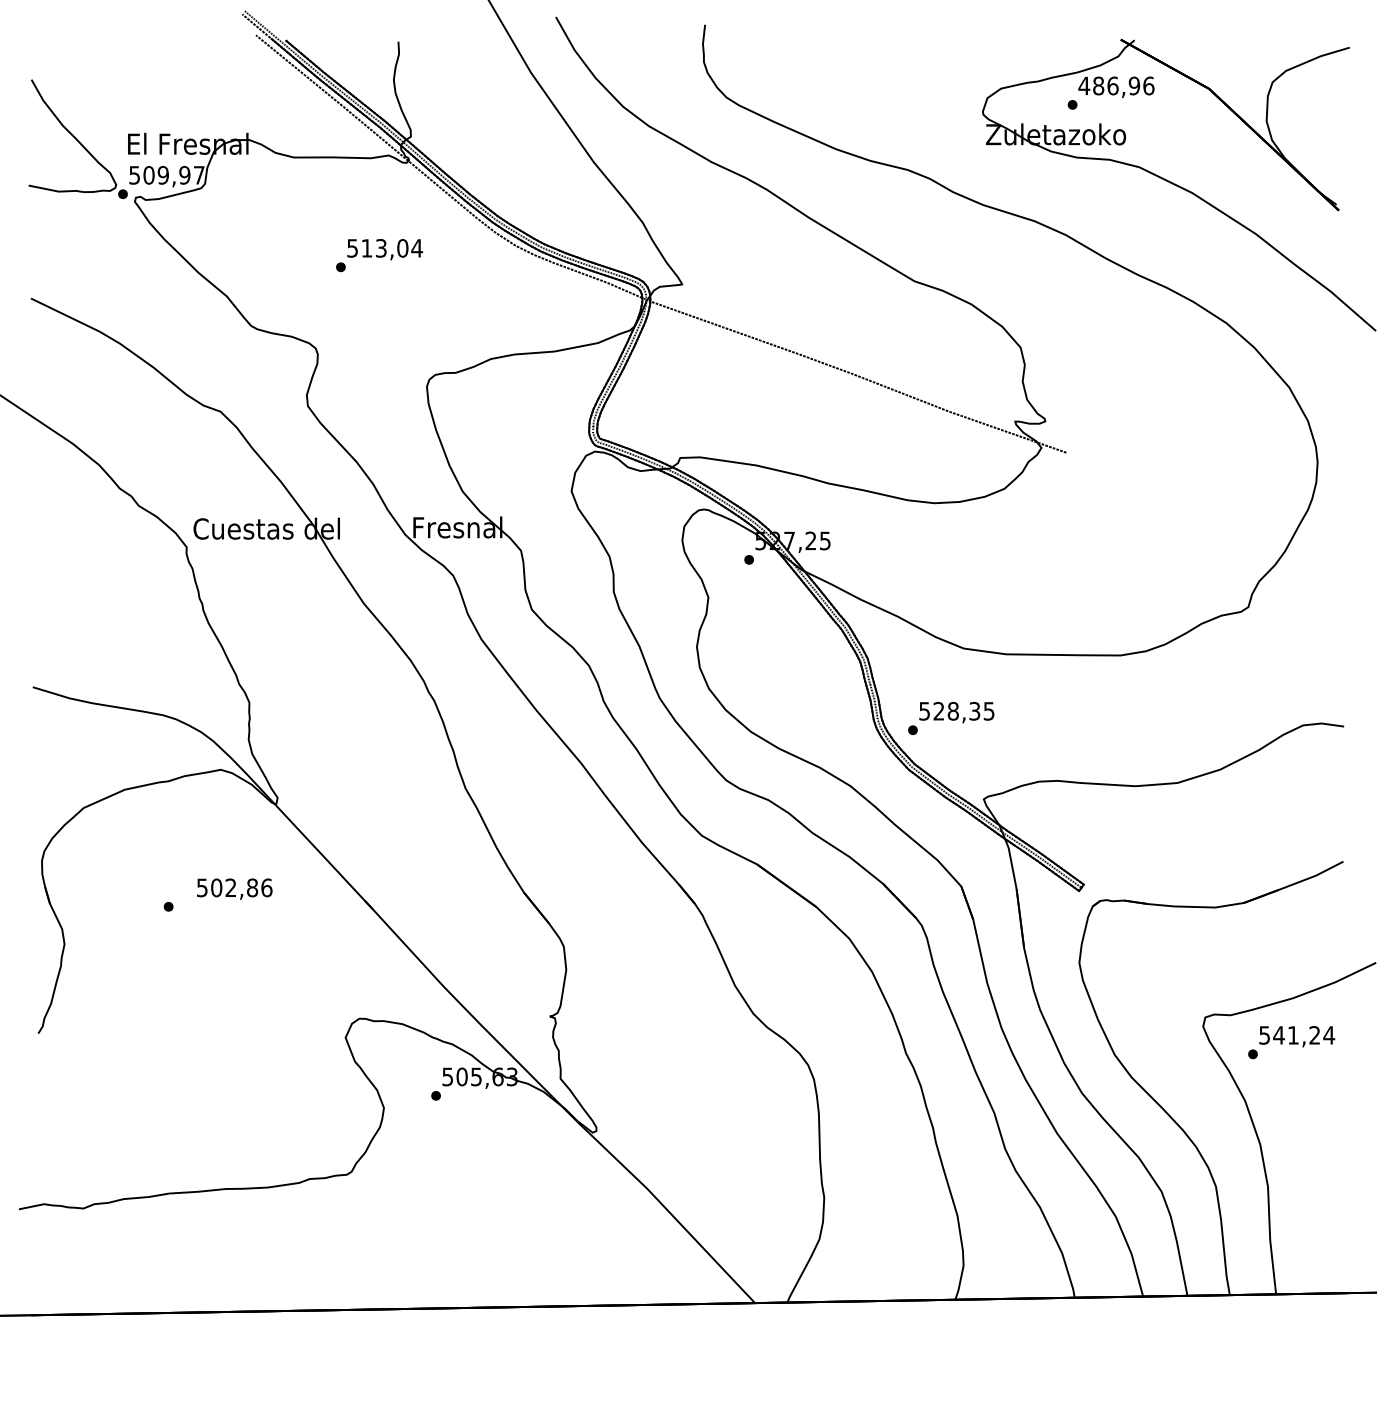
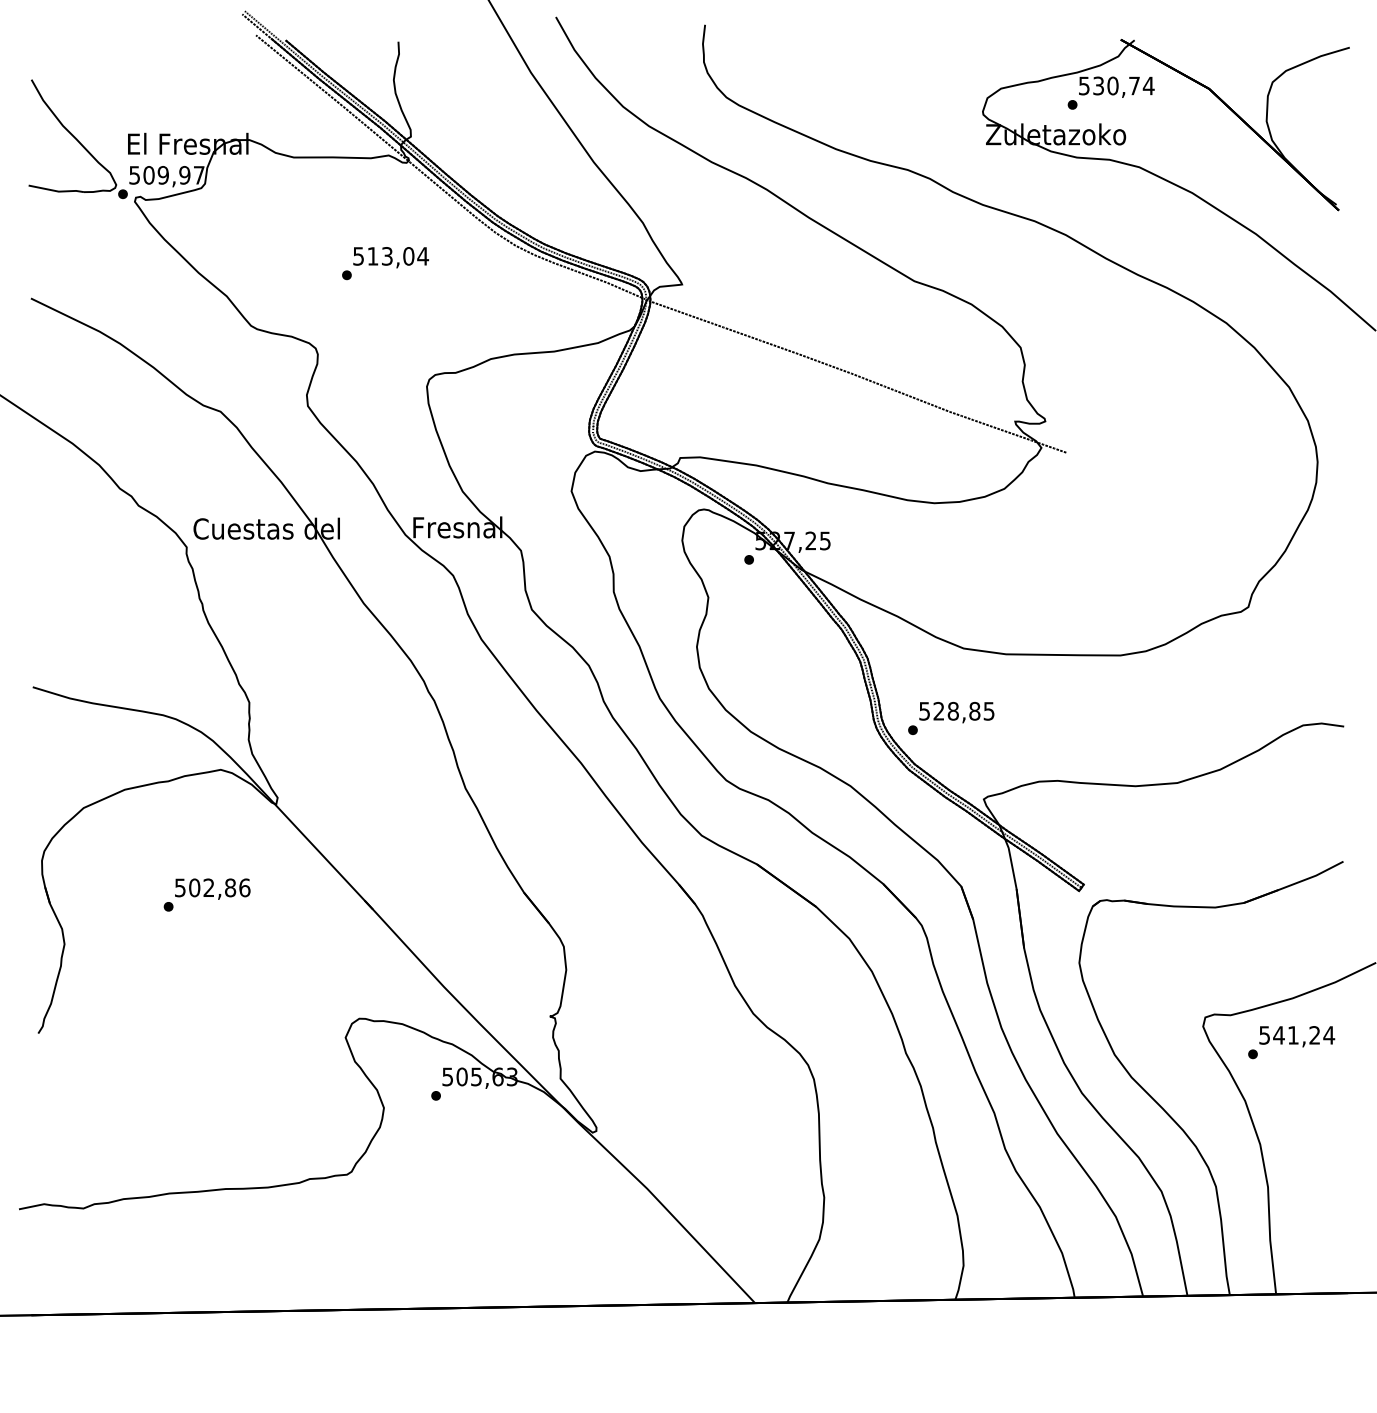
text at (1116, 85): 486,96 -> 530,74
text at (379, 255) position: (379, 255) -> (385, 263)
text at (974, 711): 528,35 -> 528,85
text at (234, 888) position: (234, 888) -> (212, 888)
